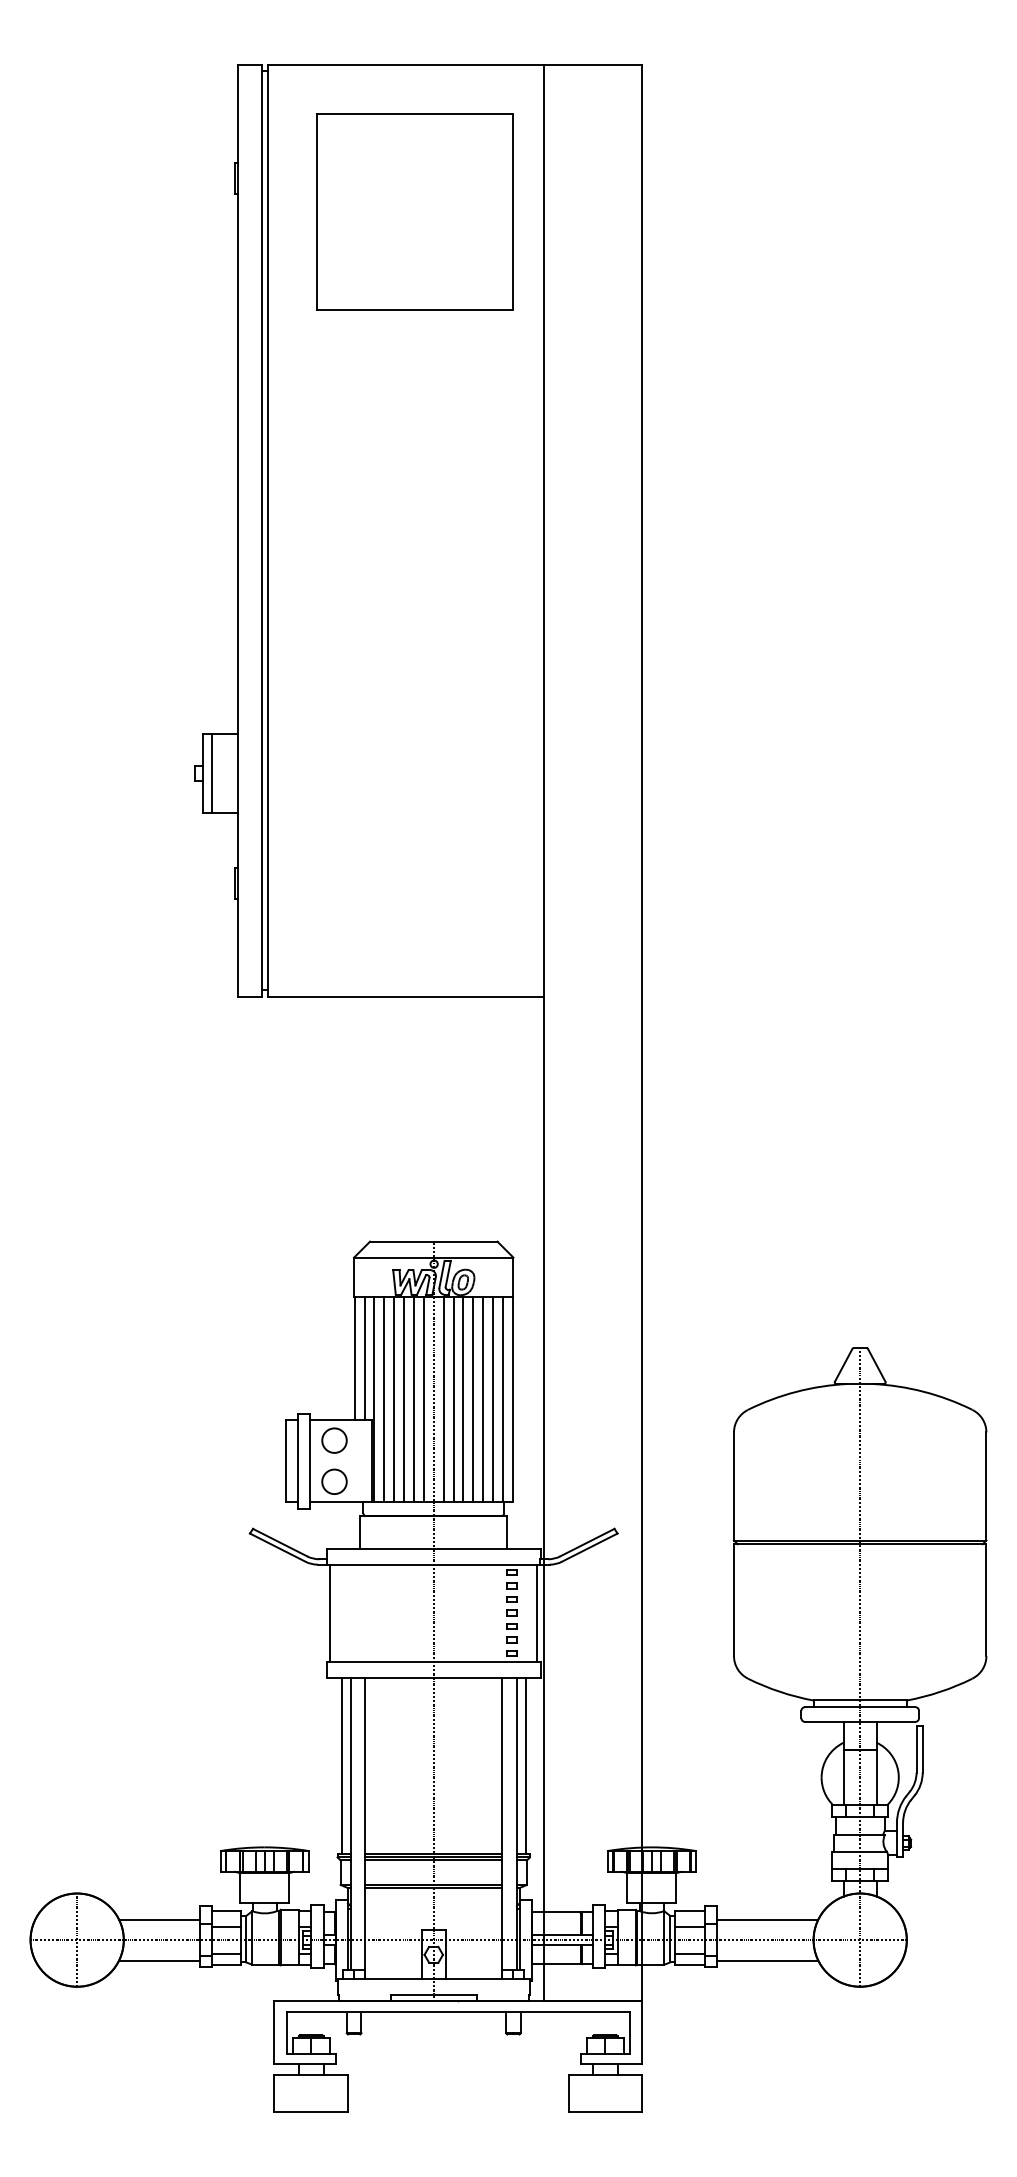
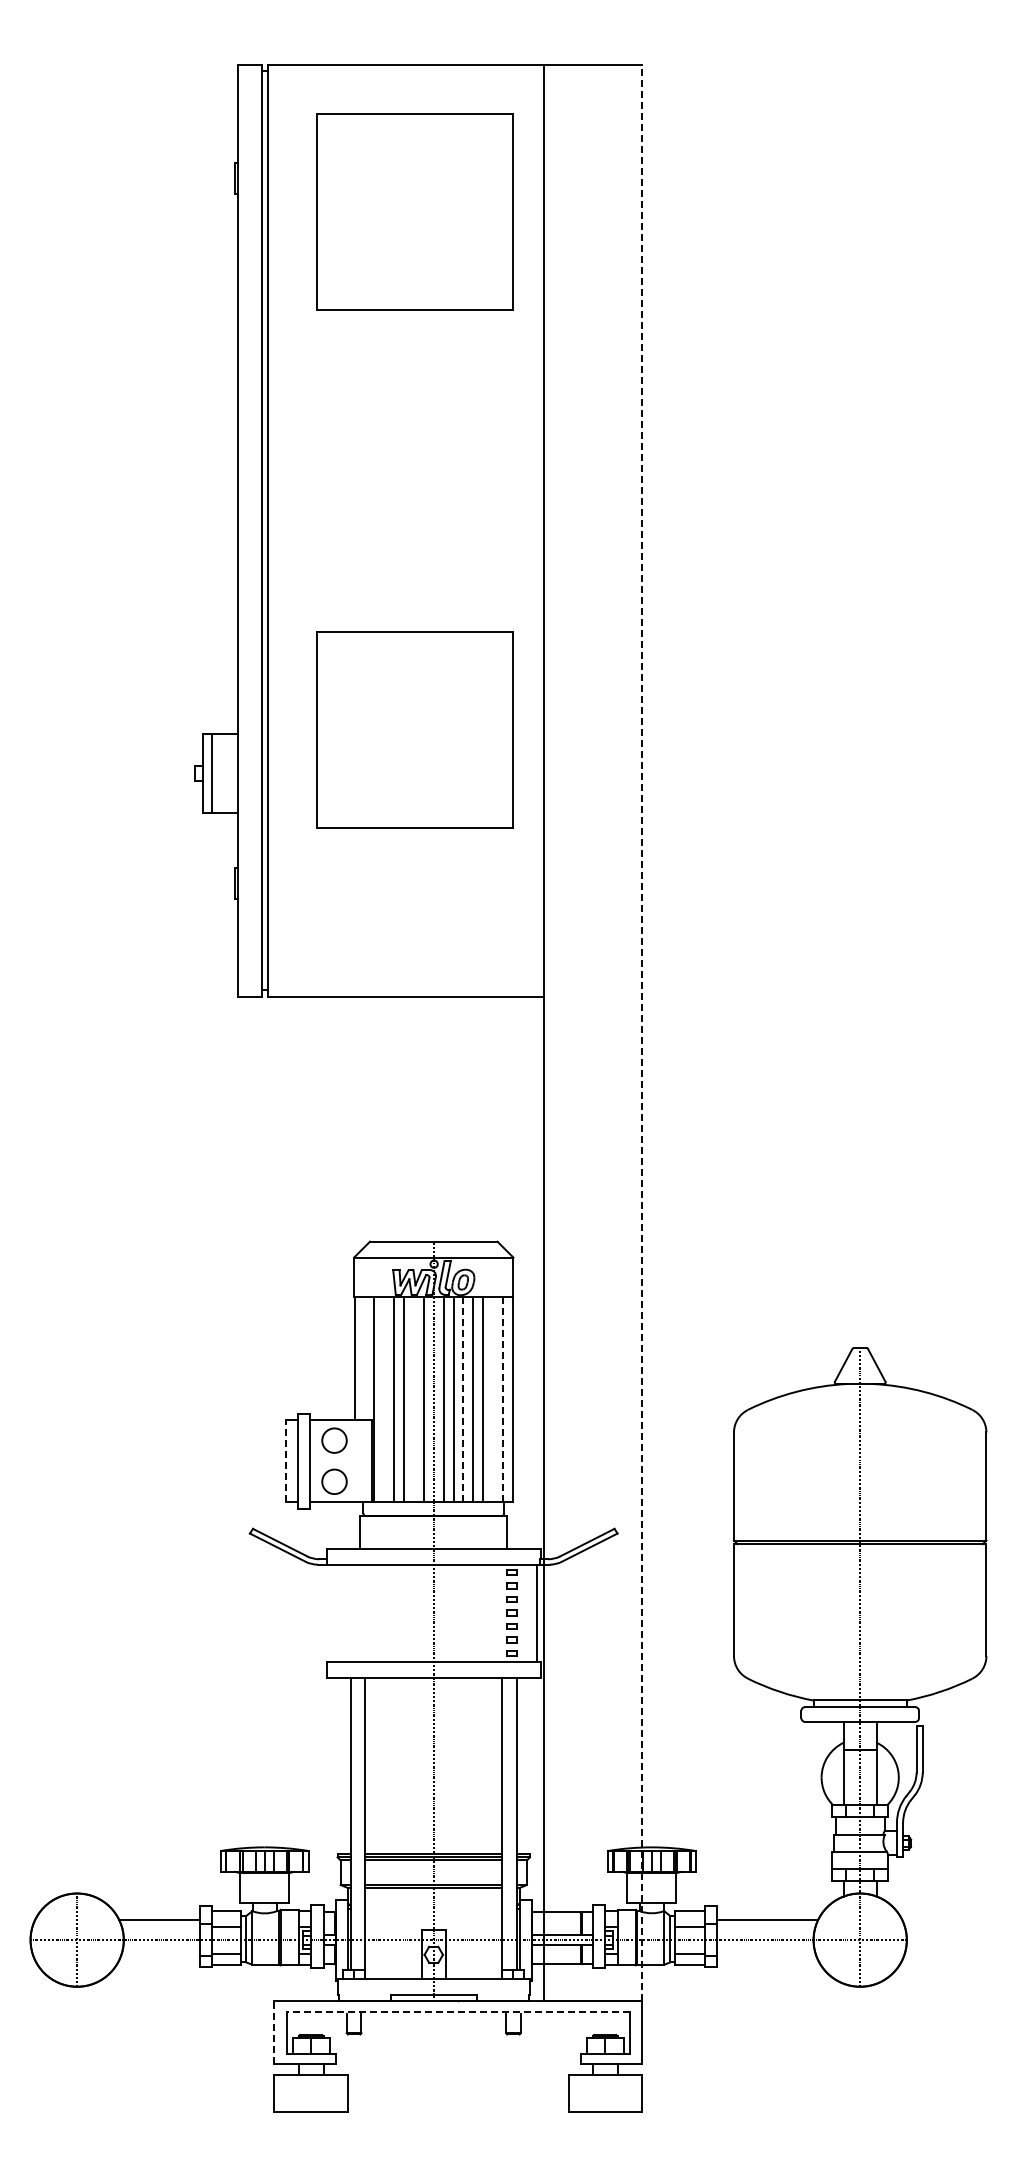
part at (414, 729): none -> present
line at (642, 1032): solid -> dashed
line at (364, 1358): present -> none
line at (384, 1399): present -> none
line at (414, 1399): present -> none
line at (463, 1399): solid -> dashed
line at (493, 1399): present -> none
line at (502, 1399): solid -> dashed
line at (285, 1460): solid -> dashed
line at (330, 1612): present -> none
line at (341, 1765): present -> none
line at (525, 1765): present -> none
line at (158, 1960): present -> none
line at (767, 1960): present -> none
line at (458, 2011): solid -> dashed
line at (274, 2032): solid -> dashed
